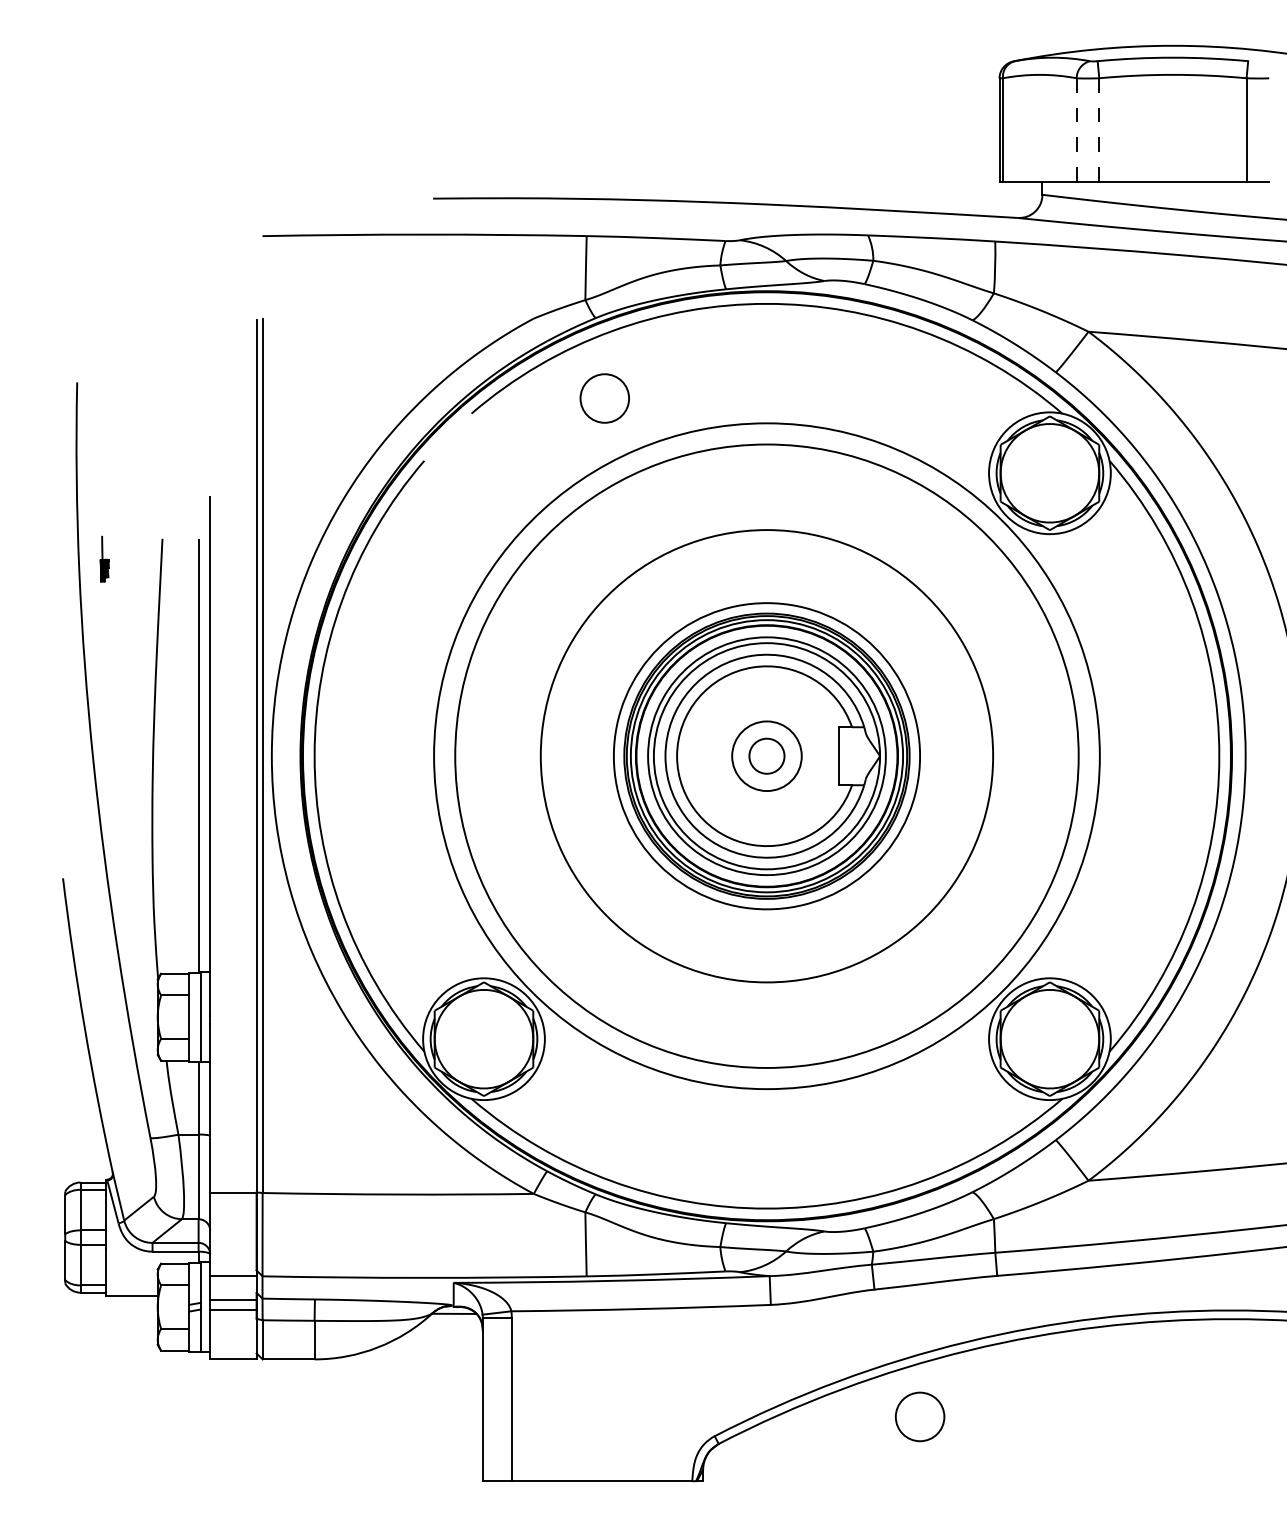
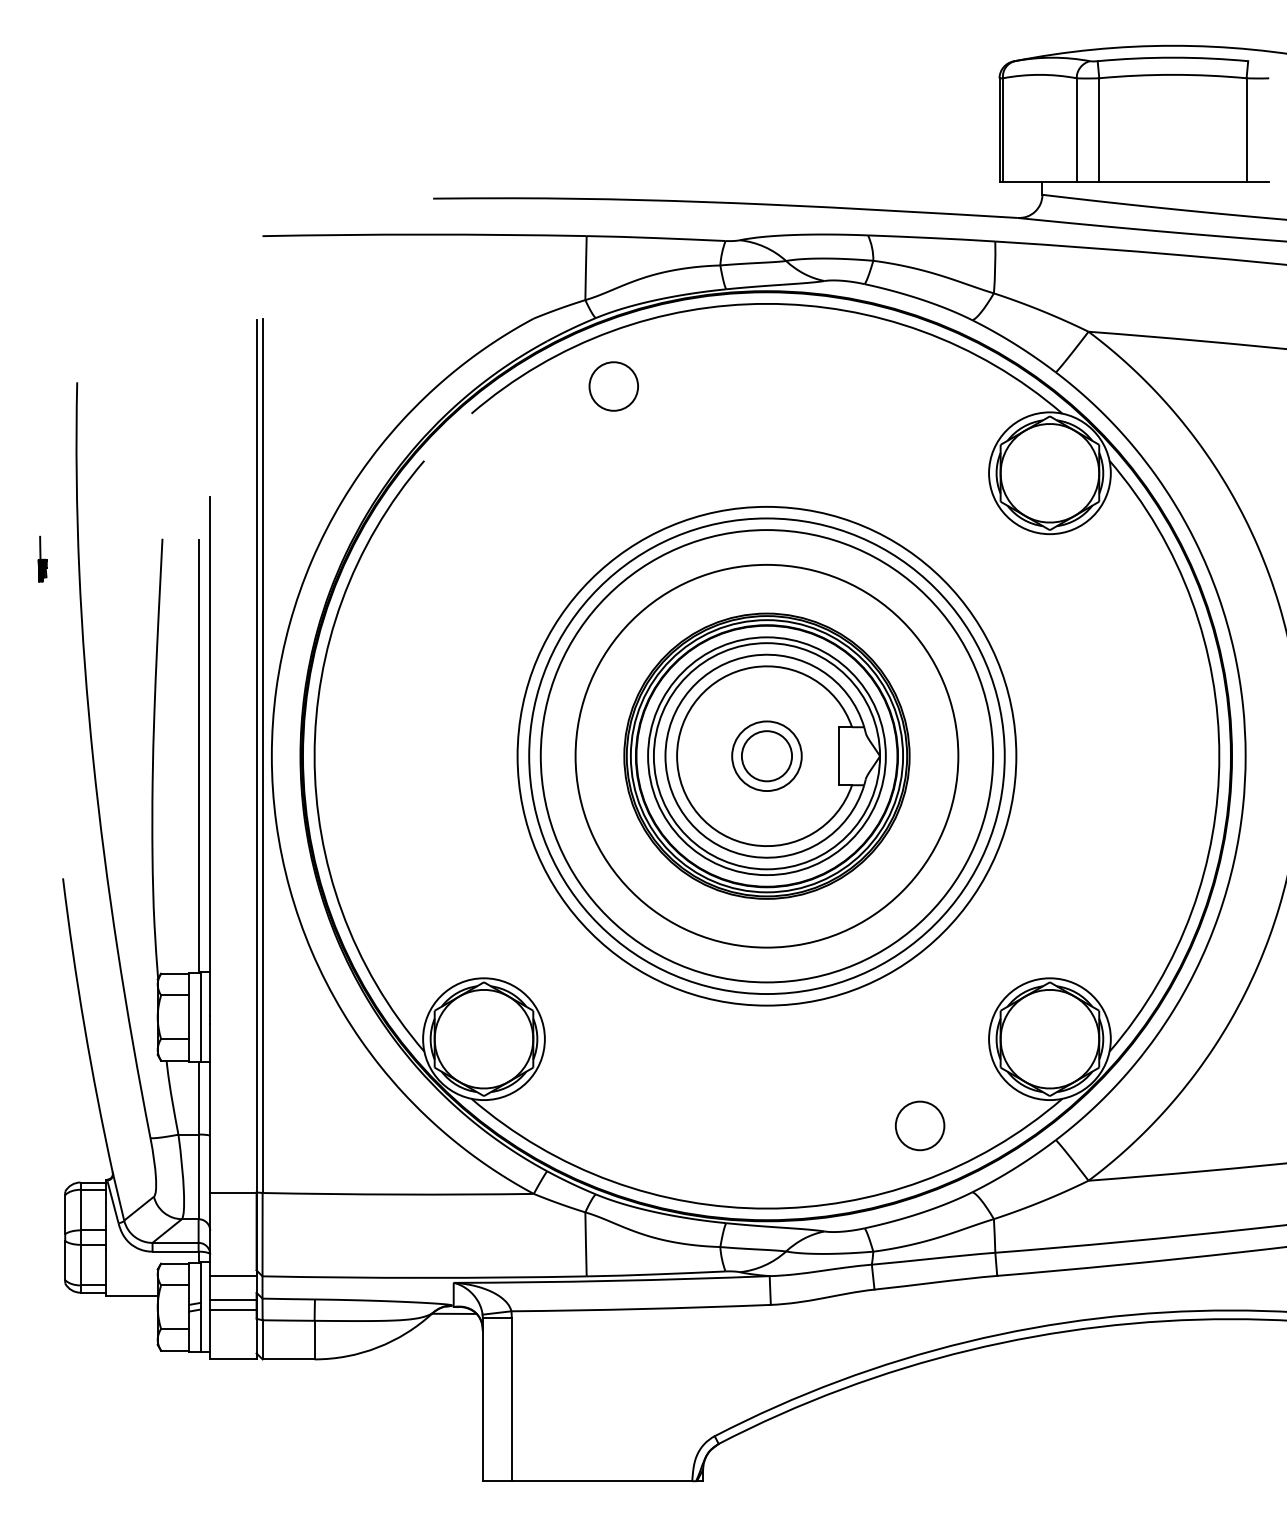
line at (1076, 130): dashed -> solid
line at (1099, 130): dashed -> solid
circle at (604, 398) position: (604, 398) -> (613, 386)
part at (104, 558) position: (104, 558) -> (42, 558)
circle at (766, 755) diameter: 35 px -> 50 px
circle at (766, 755) diameter: 623 px -> 499 px
circle at (766, 756) diameter: 306 px -> 383 px
circle at (766, 756) diameter: 666 px -> 476 px
circle at (919, 1416) position: (919, 1416) -> (919, 1125)
